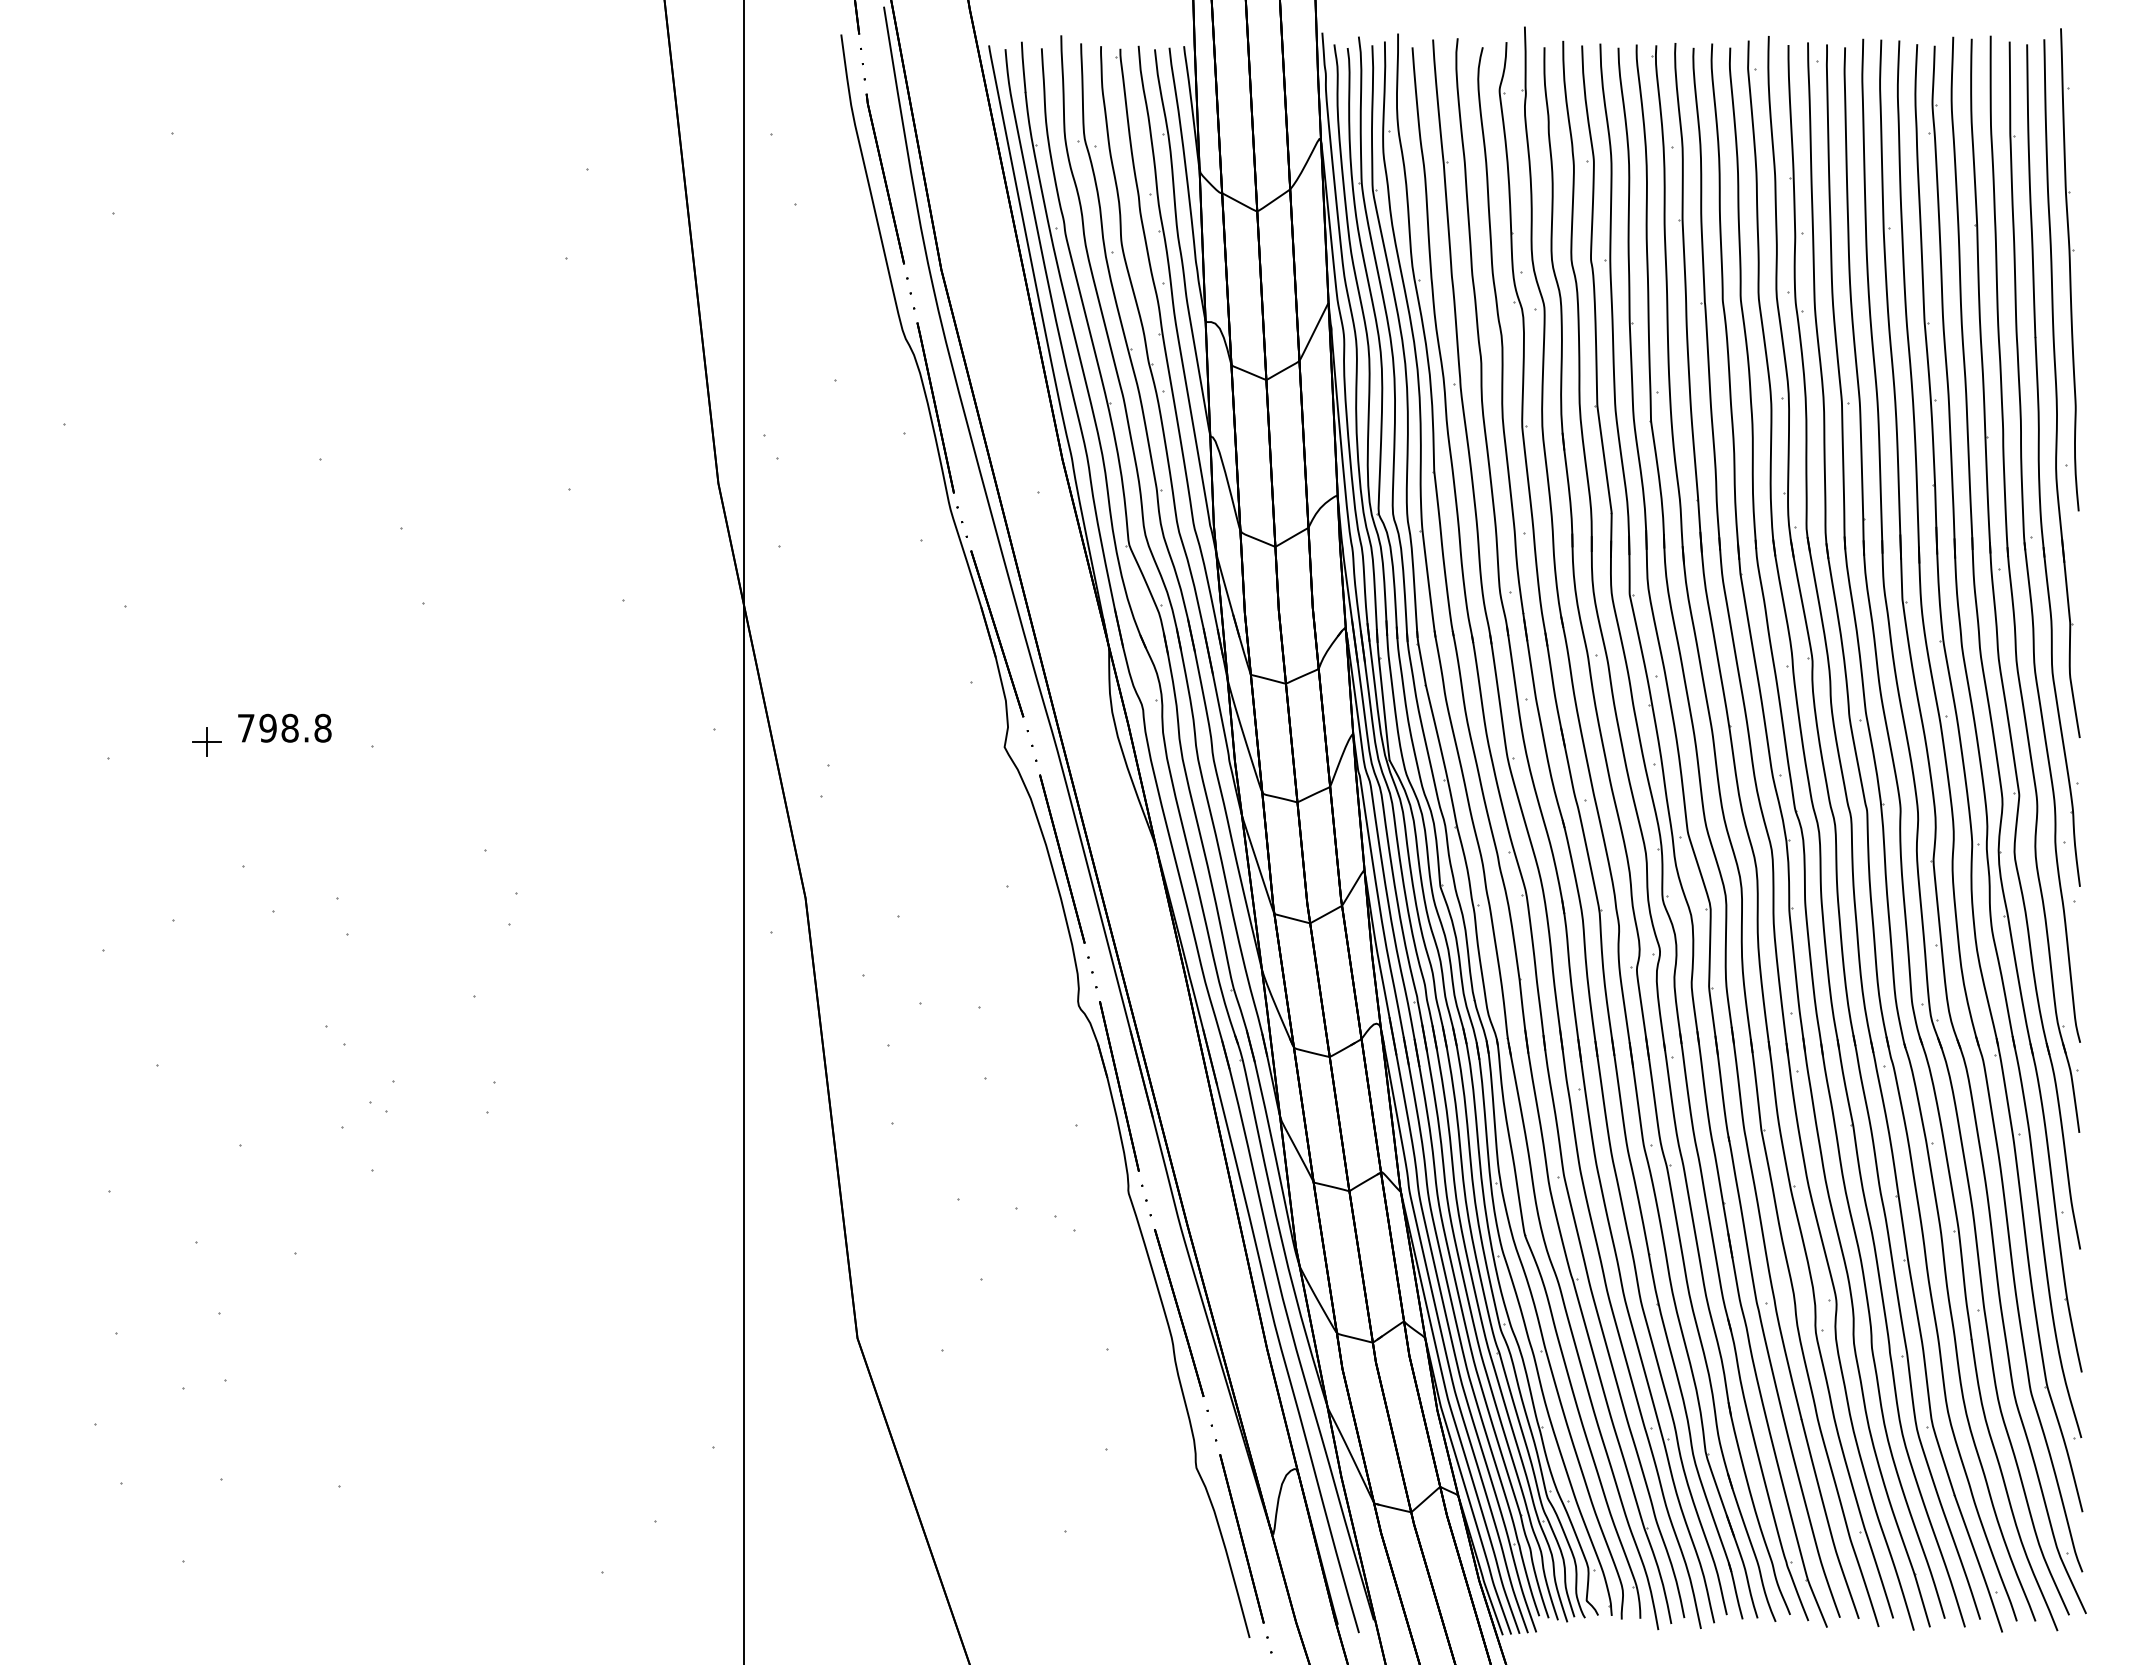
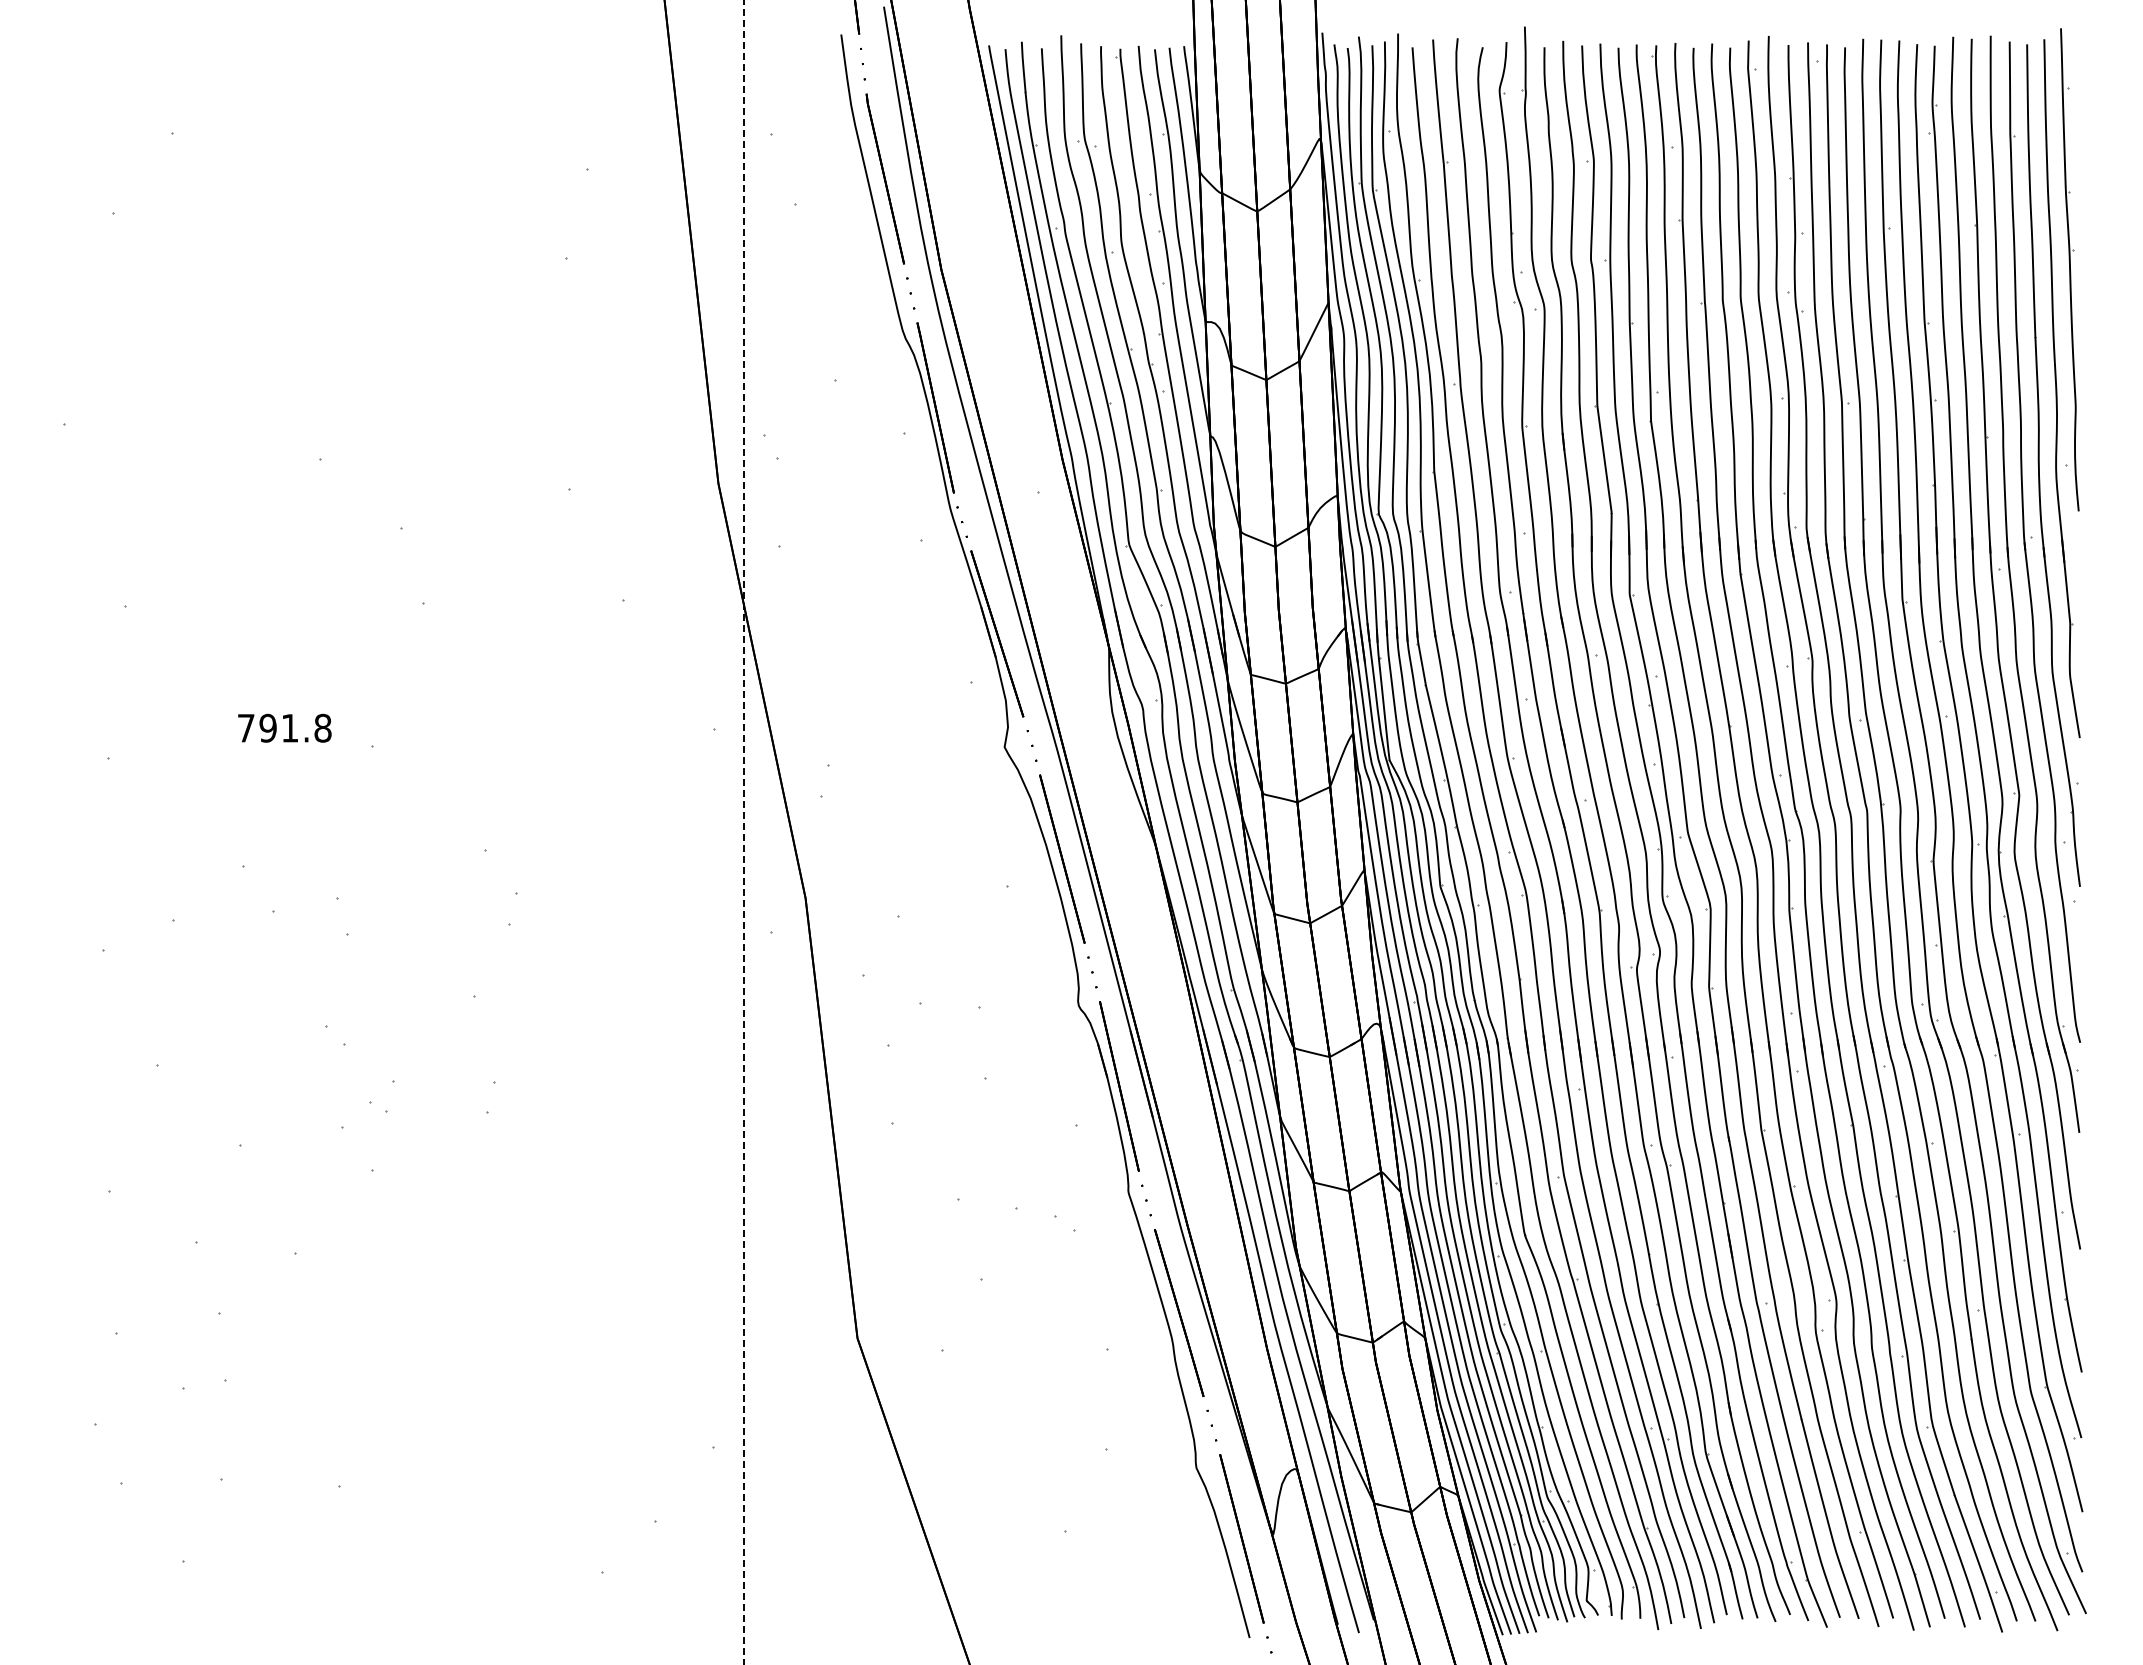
text at (289, 727): 798.8 -> 791.8
part at (206, 741): present -> none
line at (743, 832): solid -> dashed
